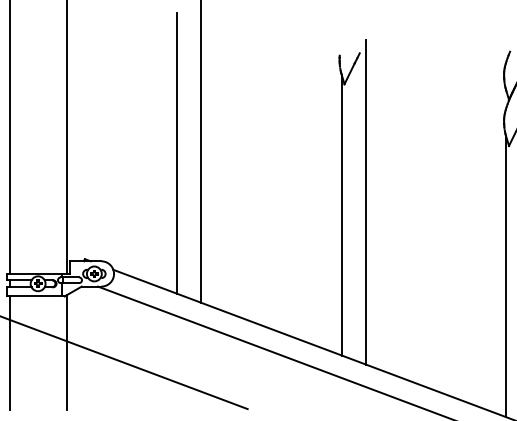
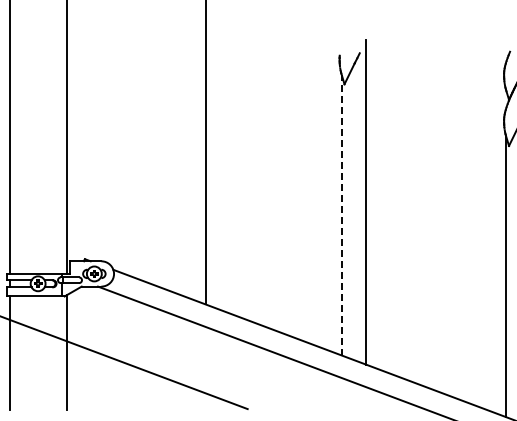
line at (201, 152) position: (201, 152) -> (206, 152)
line at (177, 153): present -> none
line at (341, 214): solid -> dashed
